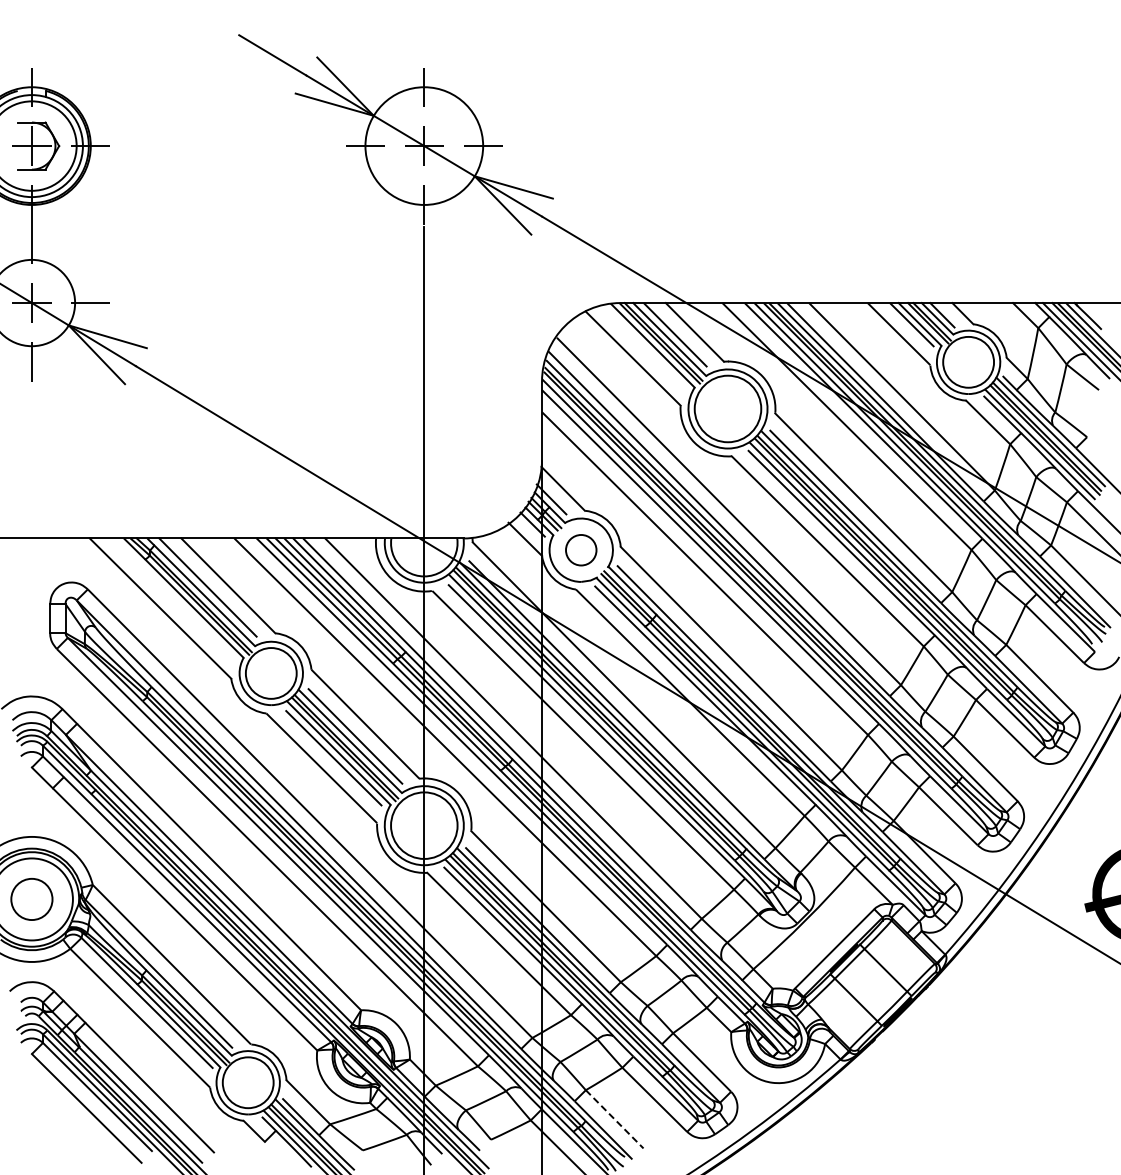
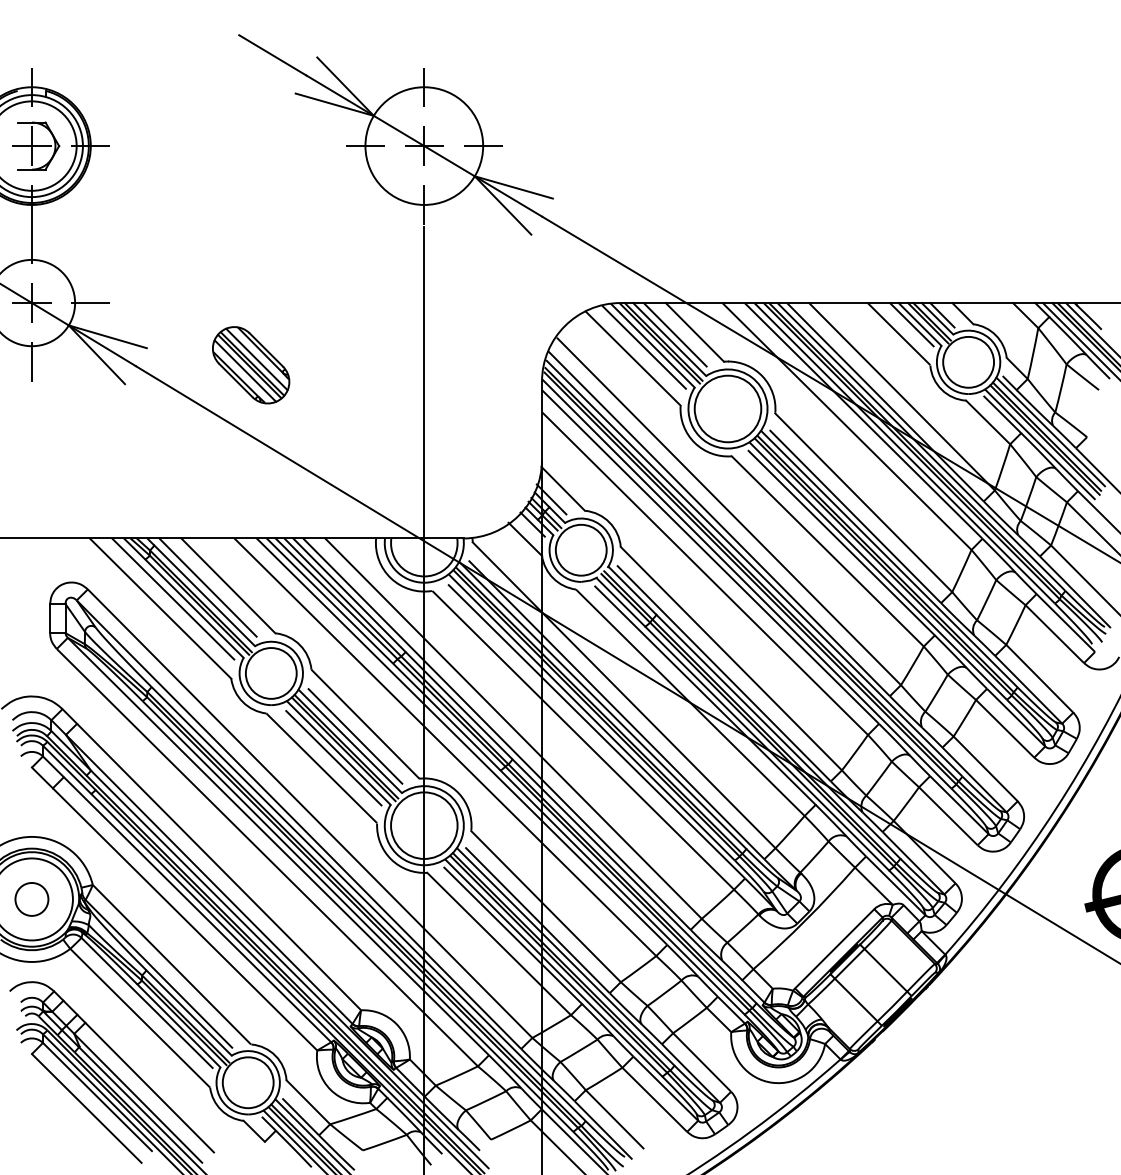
line at (643, 347): none -> present
part at (251, 365): none -> present
circle at (581, 549) diameter: 31 px -> 51 px
line at (173, 598): none -> present
circle at (31, 899) size: 44x43 px -> 36x35 px
line at (614, 1119): dashed -> solid
